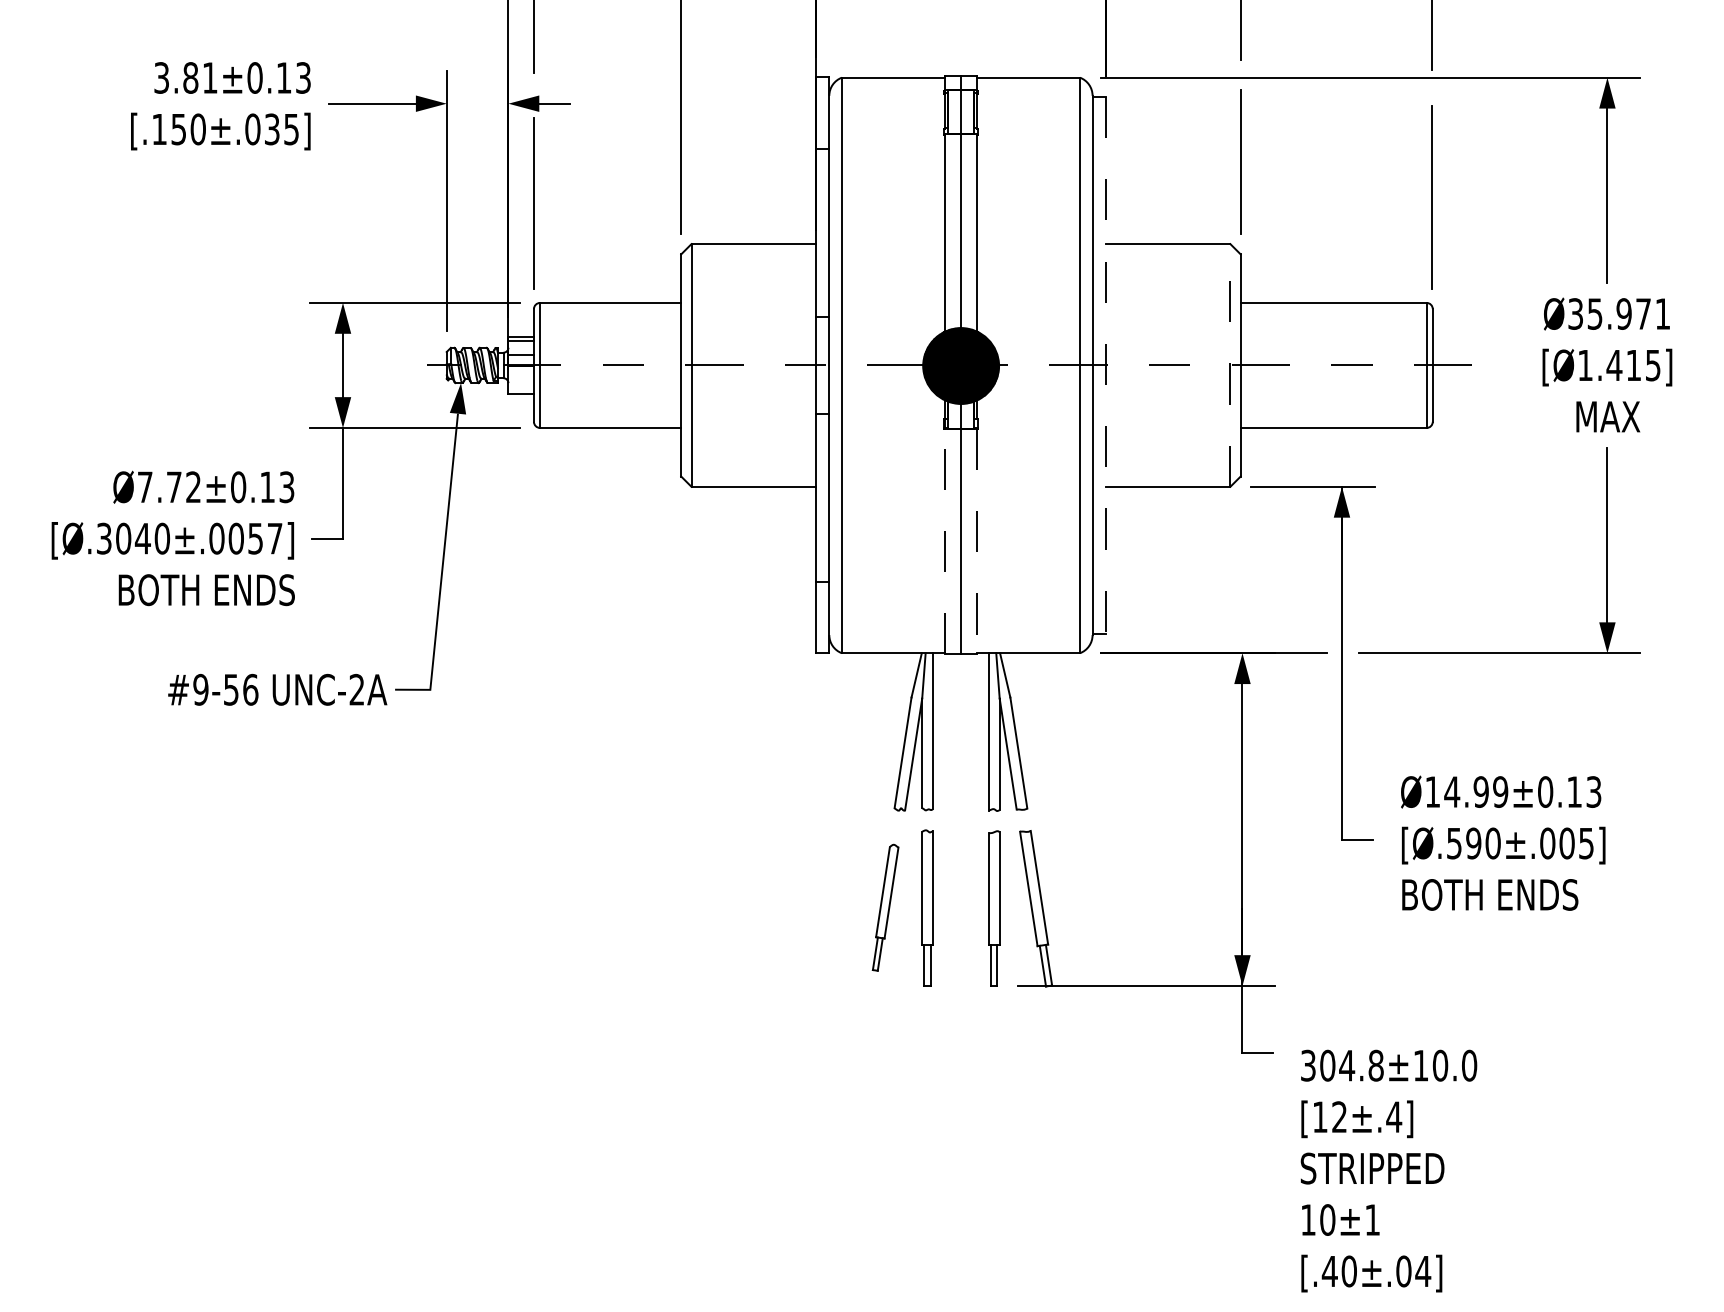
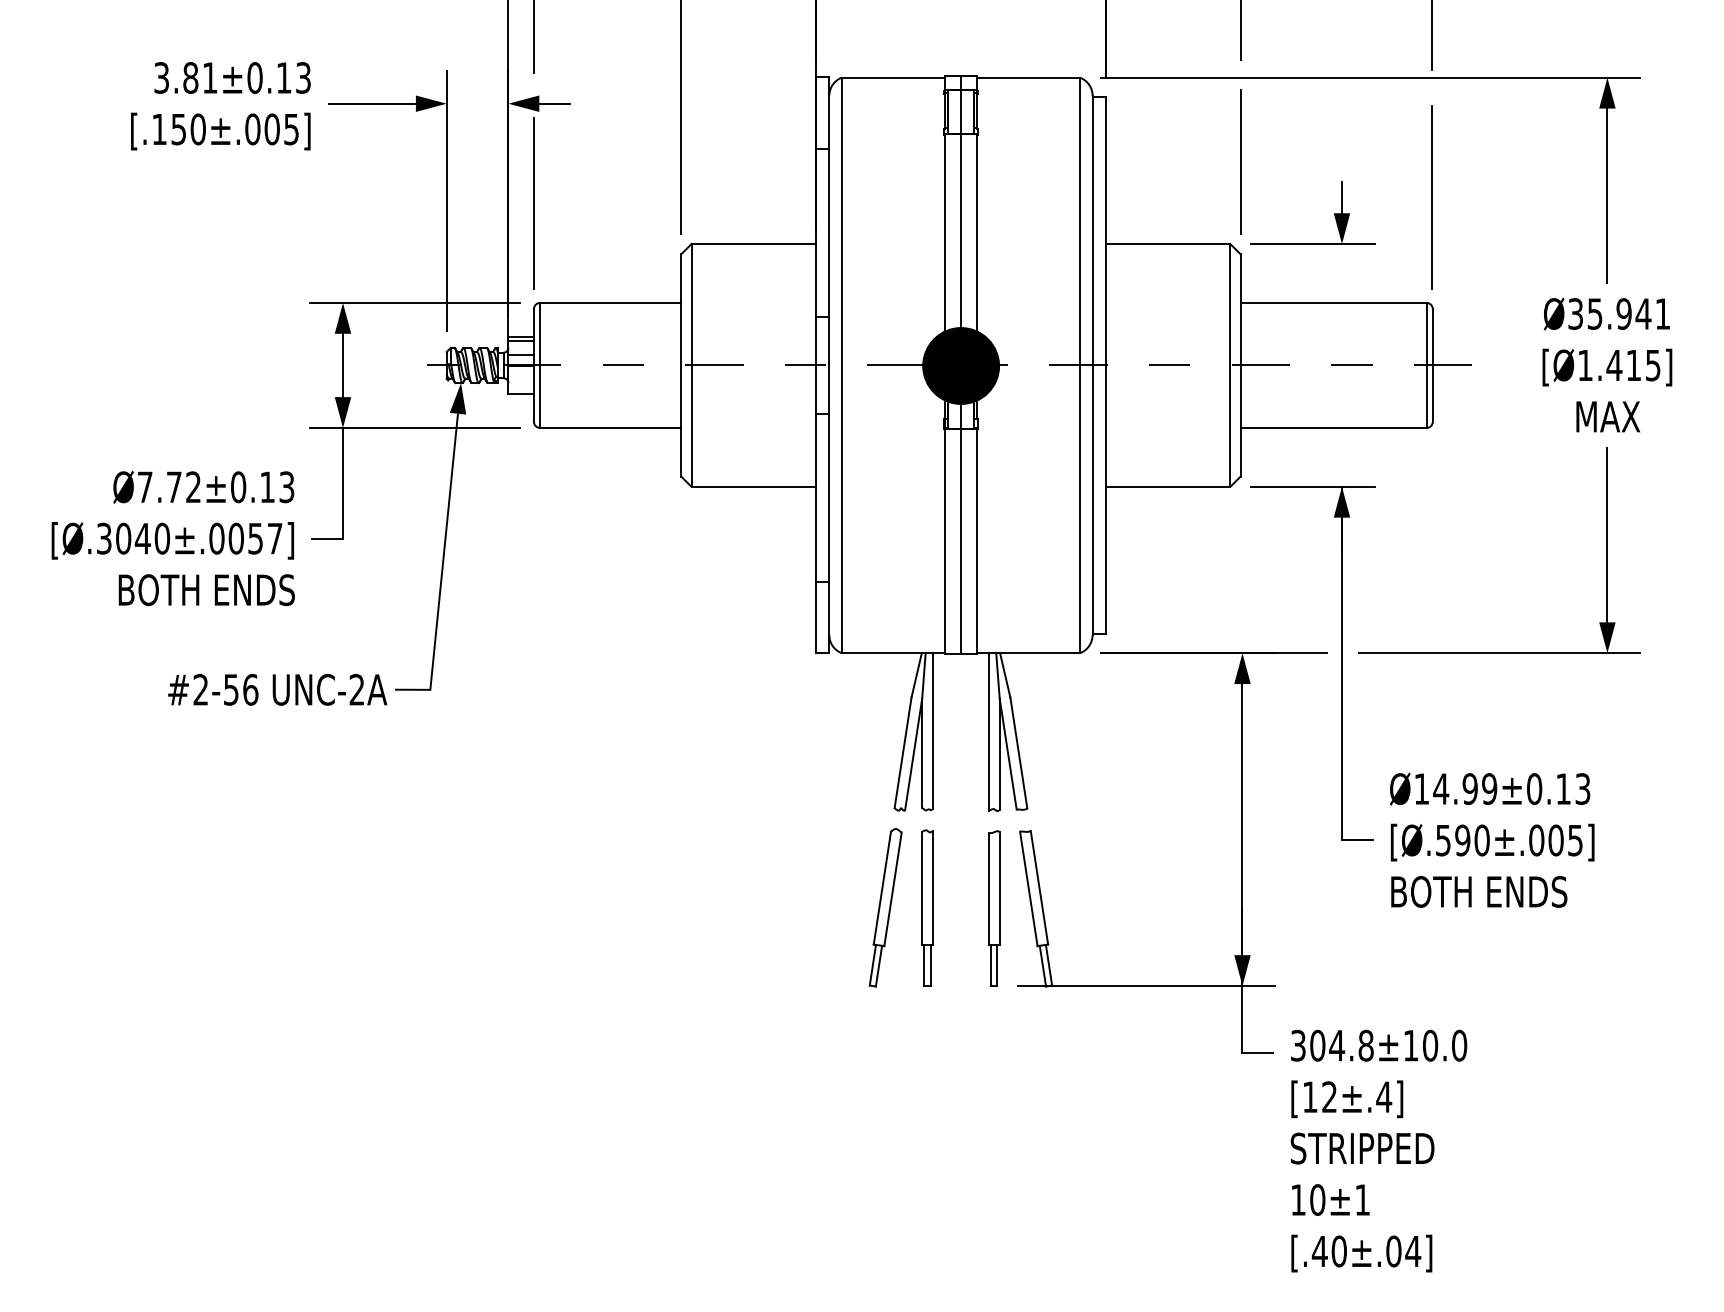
text at (271, 129): [.150±.035] -> [.150±.005]
part at (1334, 213): none -> present
text at (1643, 313): Ø35.971 -> Ø35.941
line at (1230, 364): dashed -> solid
line at (1105, 365): dashed -> solid
line at (944, 541): dashed -> solid
line at (977, 541): dashed -> solid
text at (200, 689): #9-56 -> #2-56
text at (1503, 842) position: (1503, 842) -> (1492, 839)
part at (885, 907) size: 29x129 px -> 35x160 px
text at (1388, 1170) position: (1388, 1170) -> (1378, 1150)
